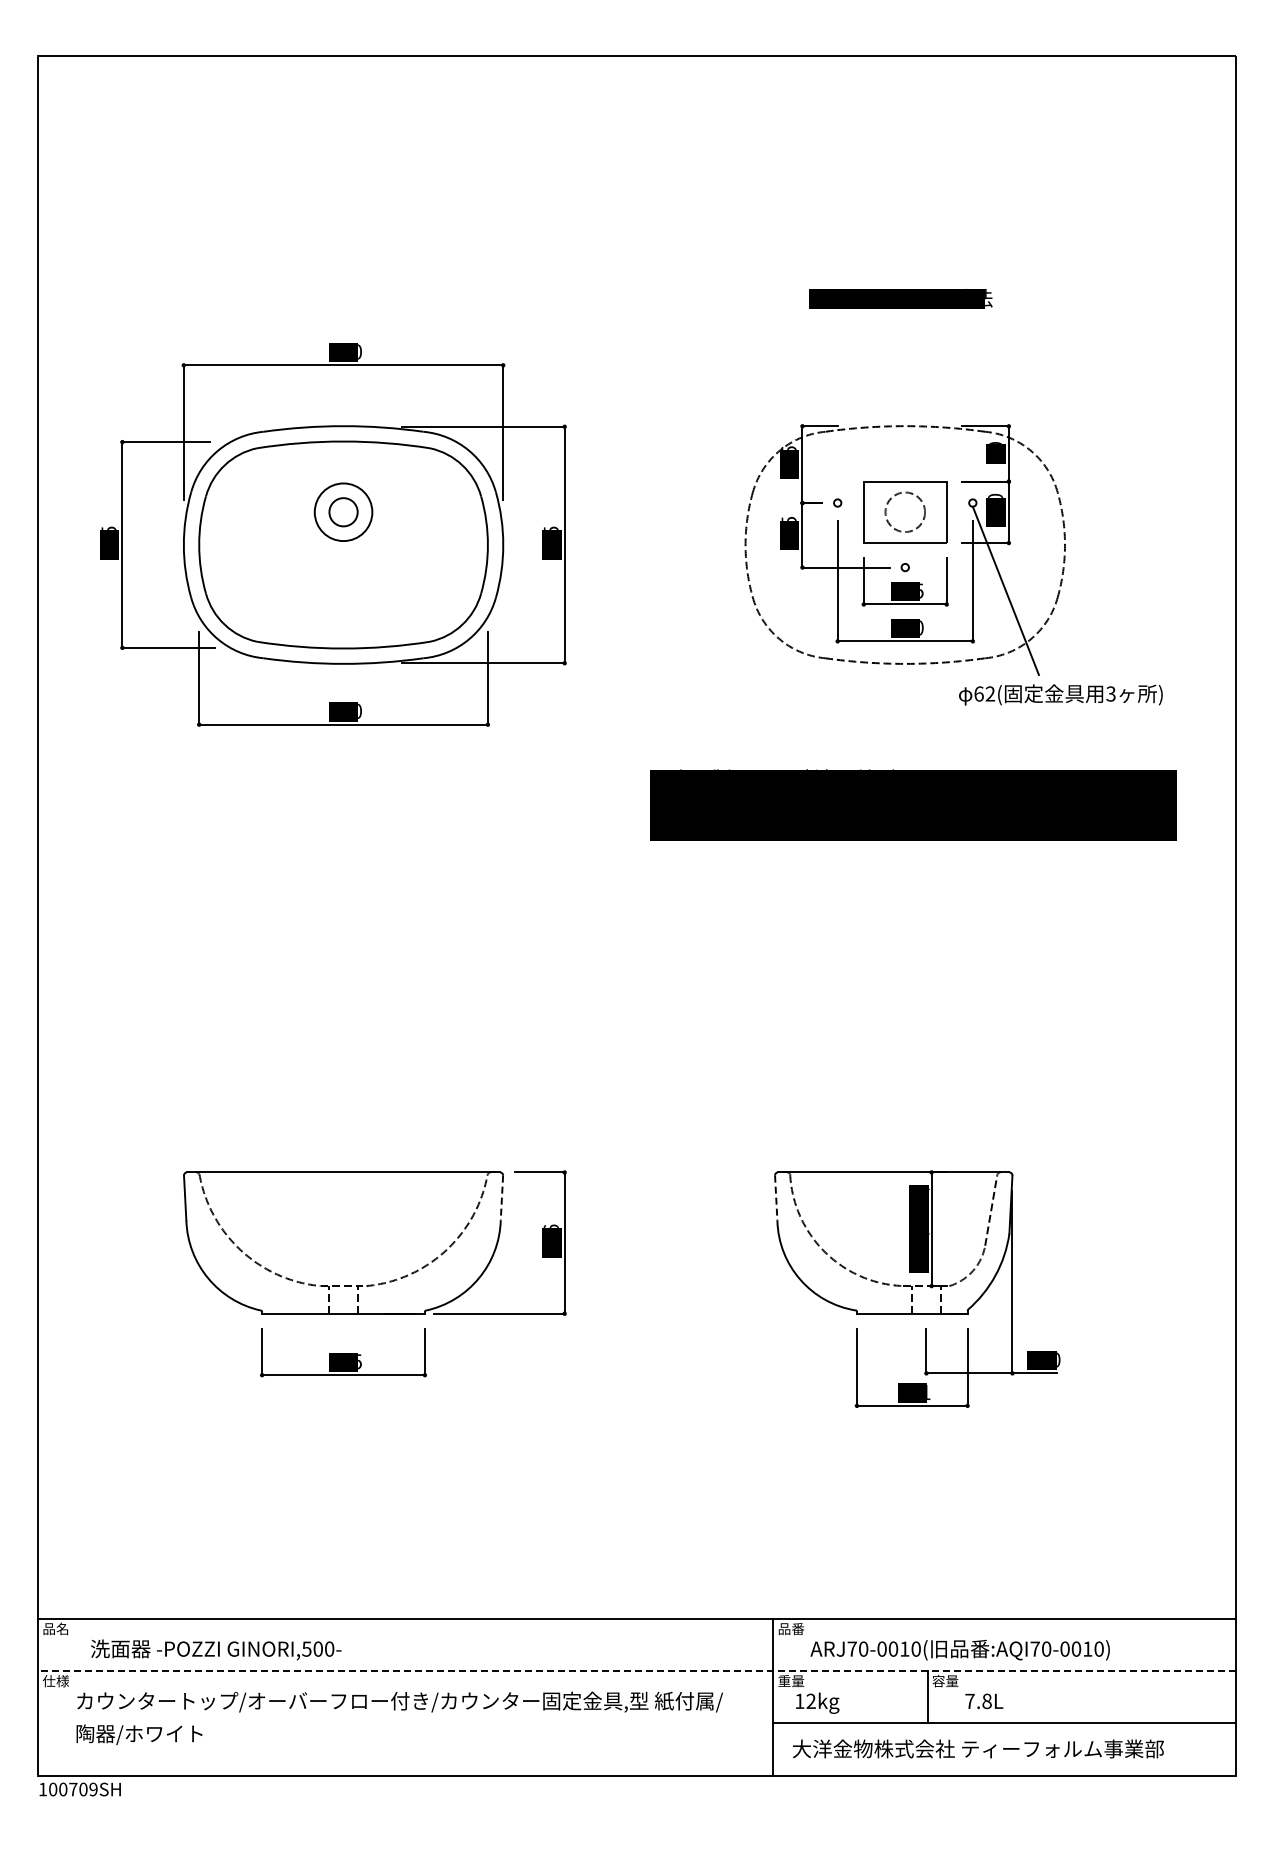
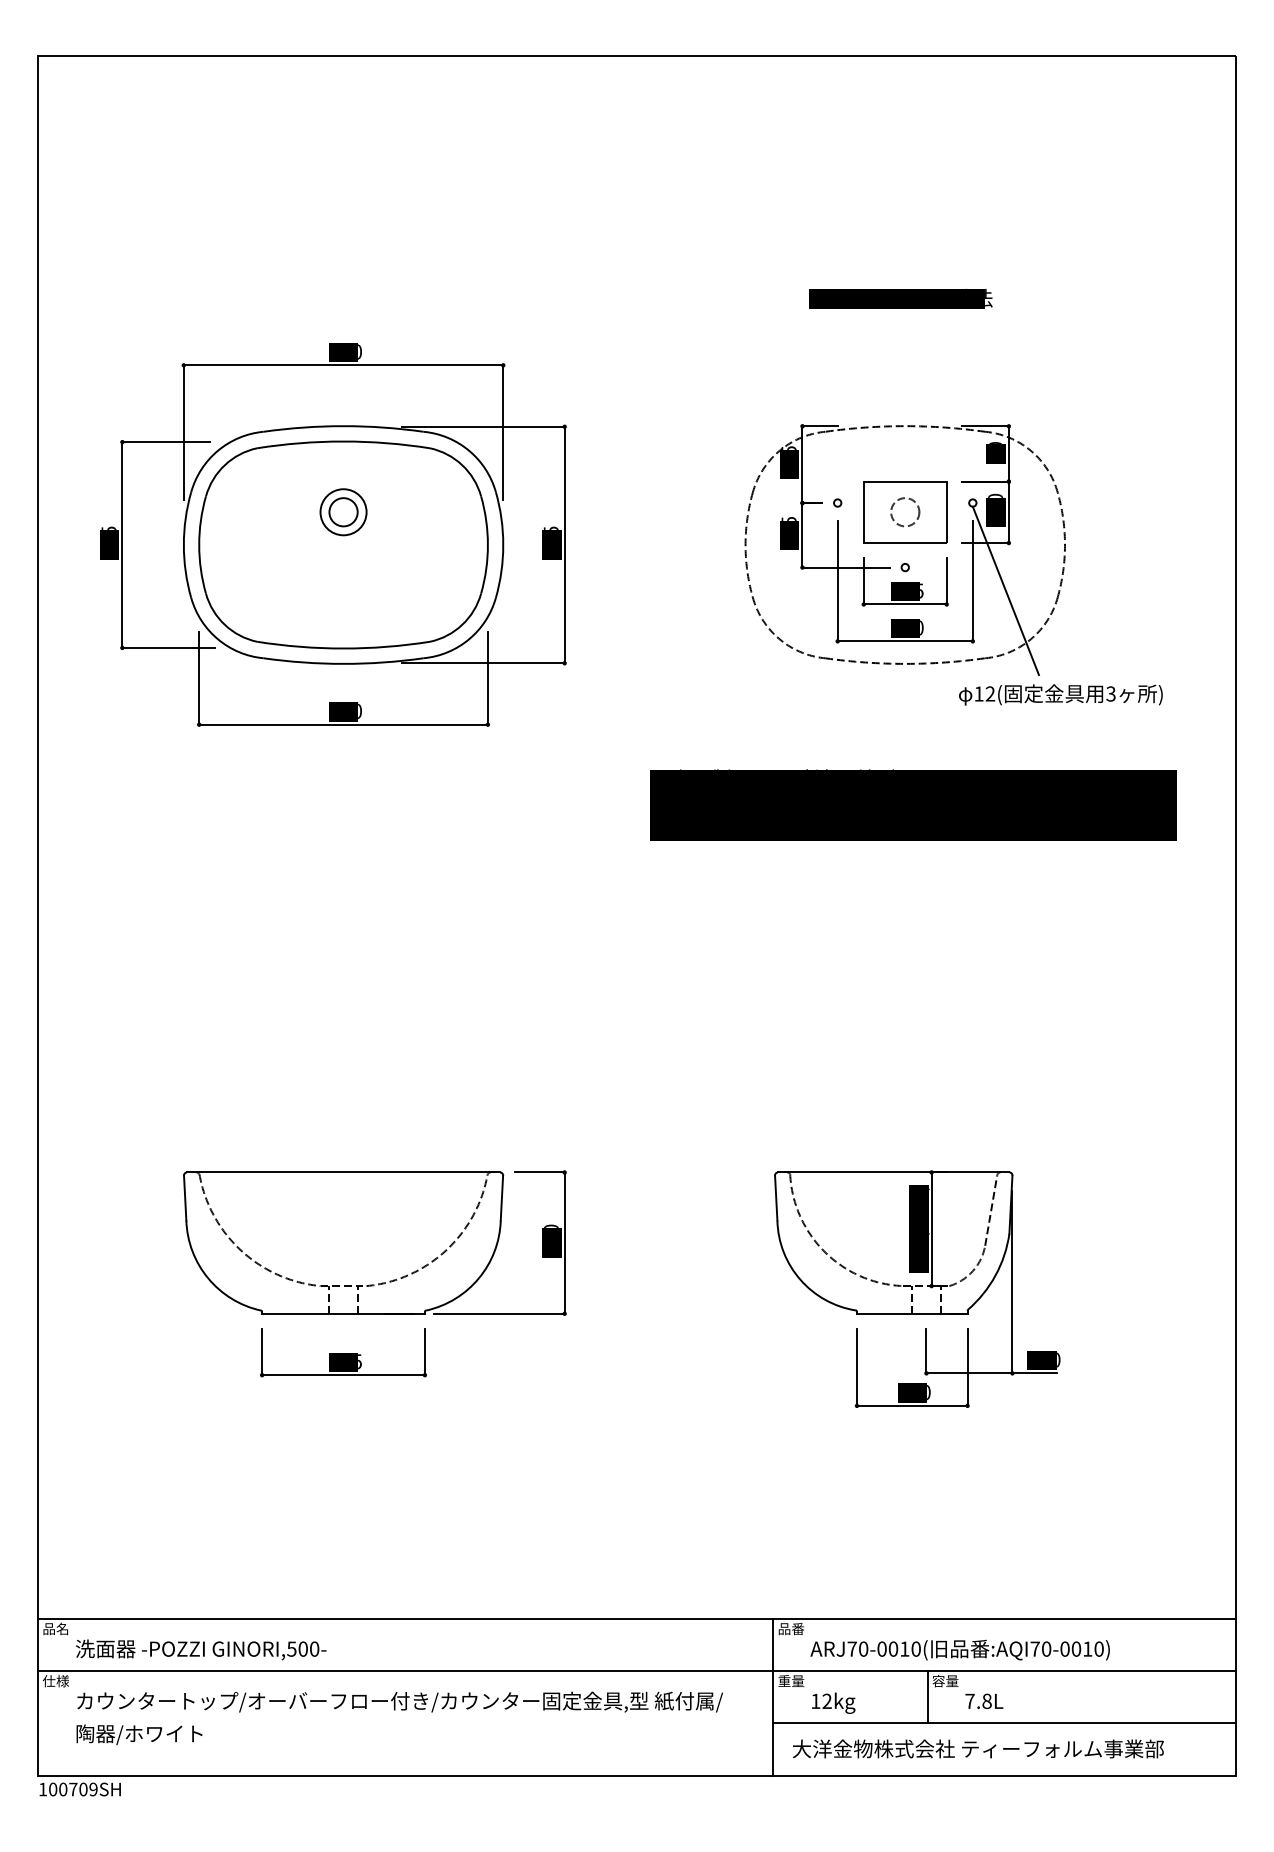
circle at (343, 512) diameter: 58 px -> 46 px
circle at (905, 512) diameter: 40 px -> 28 px
text at (978, 693): 62( -> 12(
line at (501, 1198): dashed -> solid
line at (776, 1198): dashed -> solid
text at (550, 1225): 296 -> 230
text at (928, 1392): 131 -> 180
text at (216, 1649) position: (216, 1649) -> (201, 1649)
line at (637, 1671): dashed -> solid
text at (817, 1702) position: (817, 1702) -> (833, 1702)
